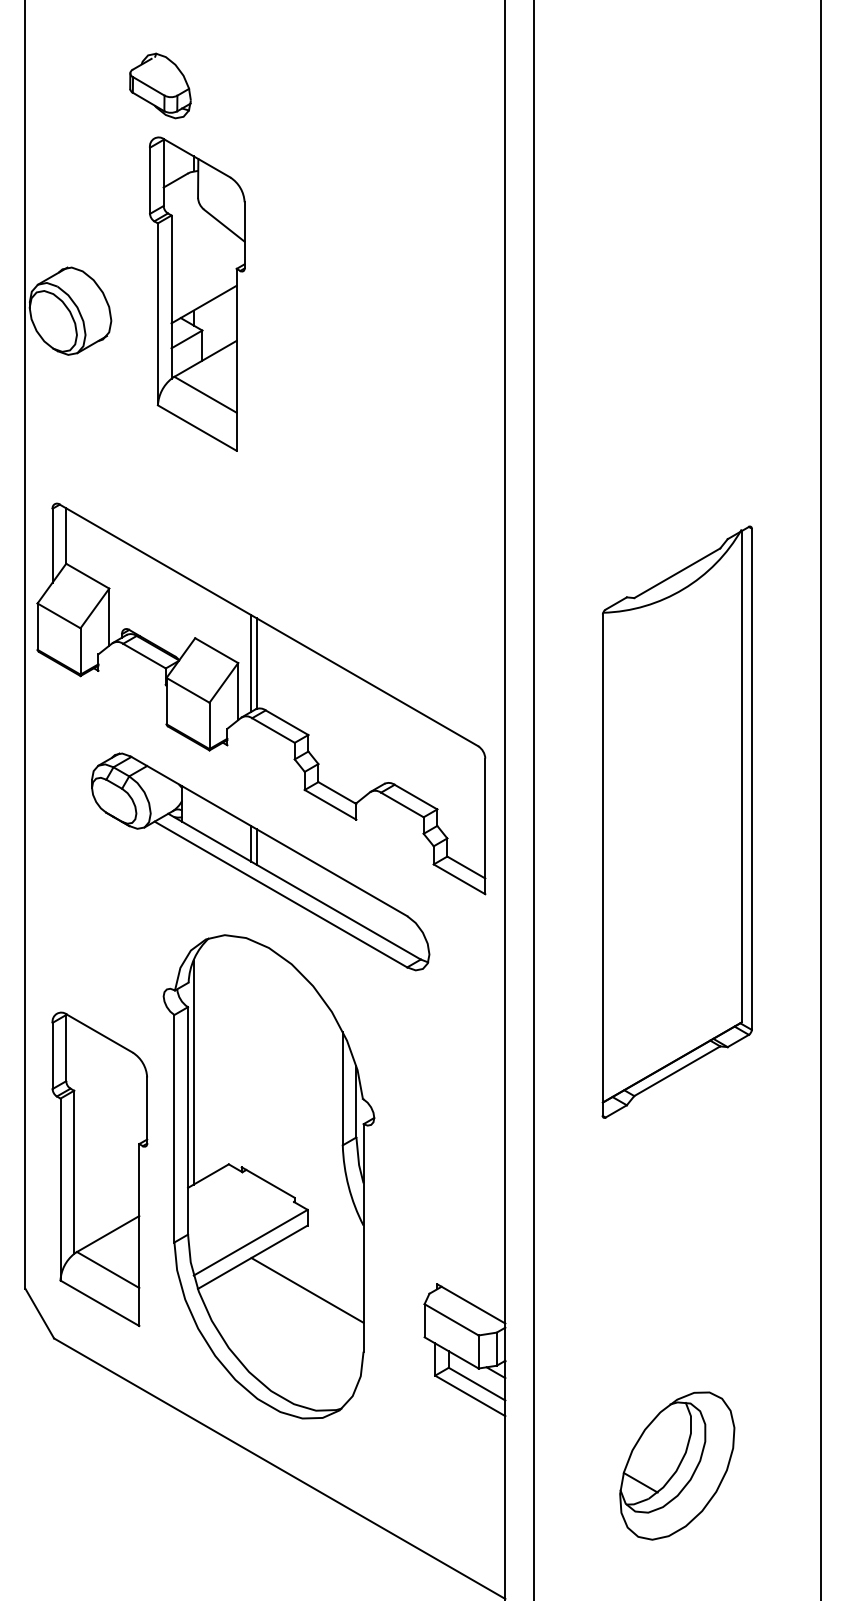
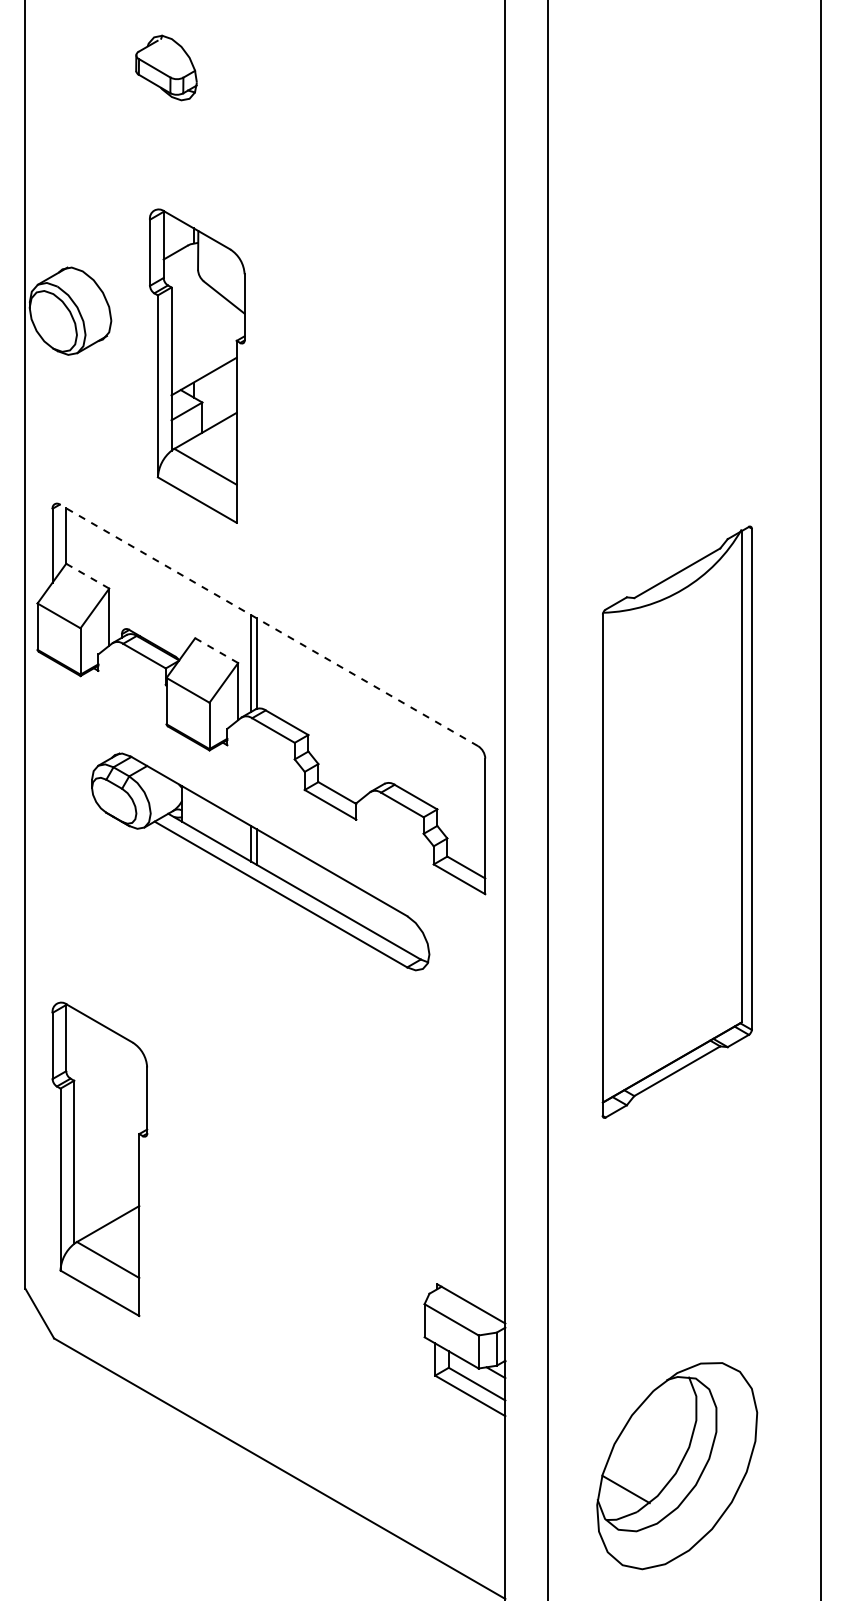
part at (160, 85) position: (160, 85) -> (166, 67)
part at (197, 293) position: (197, 293) -> (197, 365)
line at (87, 576): solid -> dashed
line at (269, 625): solid -> dashed
line at (216, 650): solid -> dashed
line at (534, 799) position: (534, 799) -> (548, 799)
part at (99, 1169) position: (99, 1169) -> (99, 1159)
part at (268, 1176): present -> none
part at (677, 1465) size: 117x150 px -> 163x209 px
